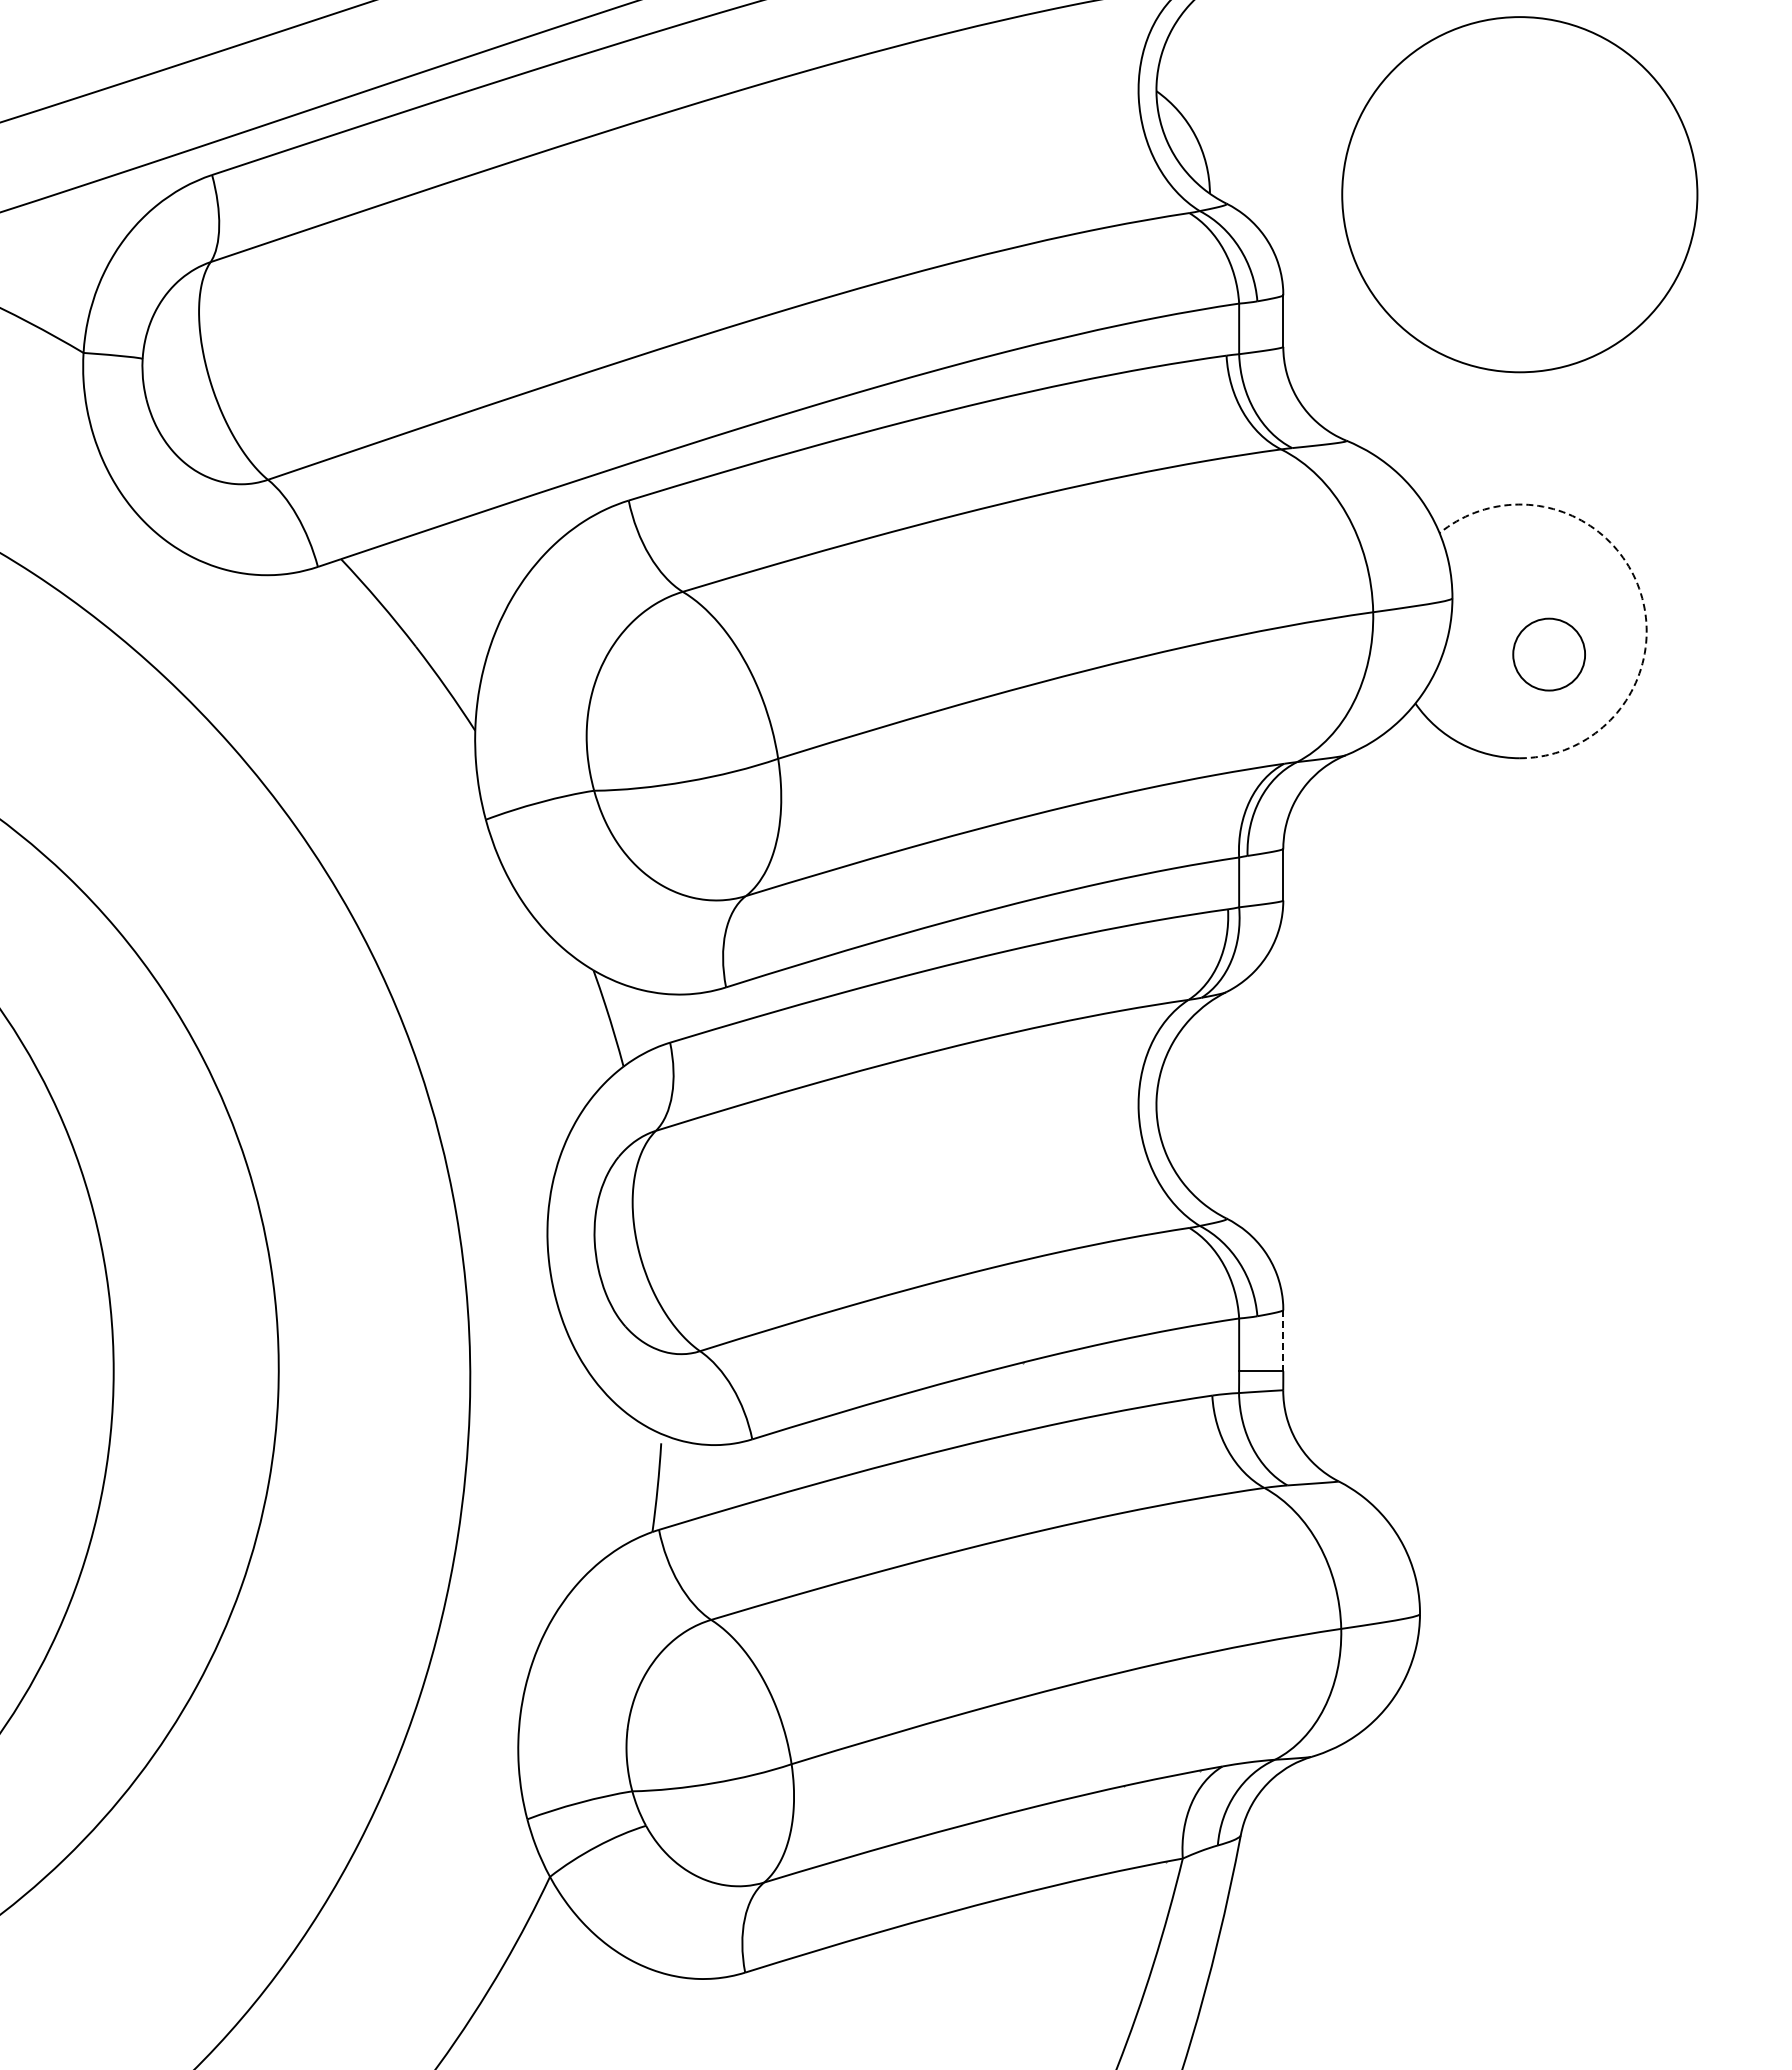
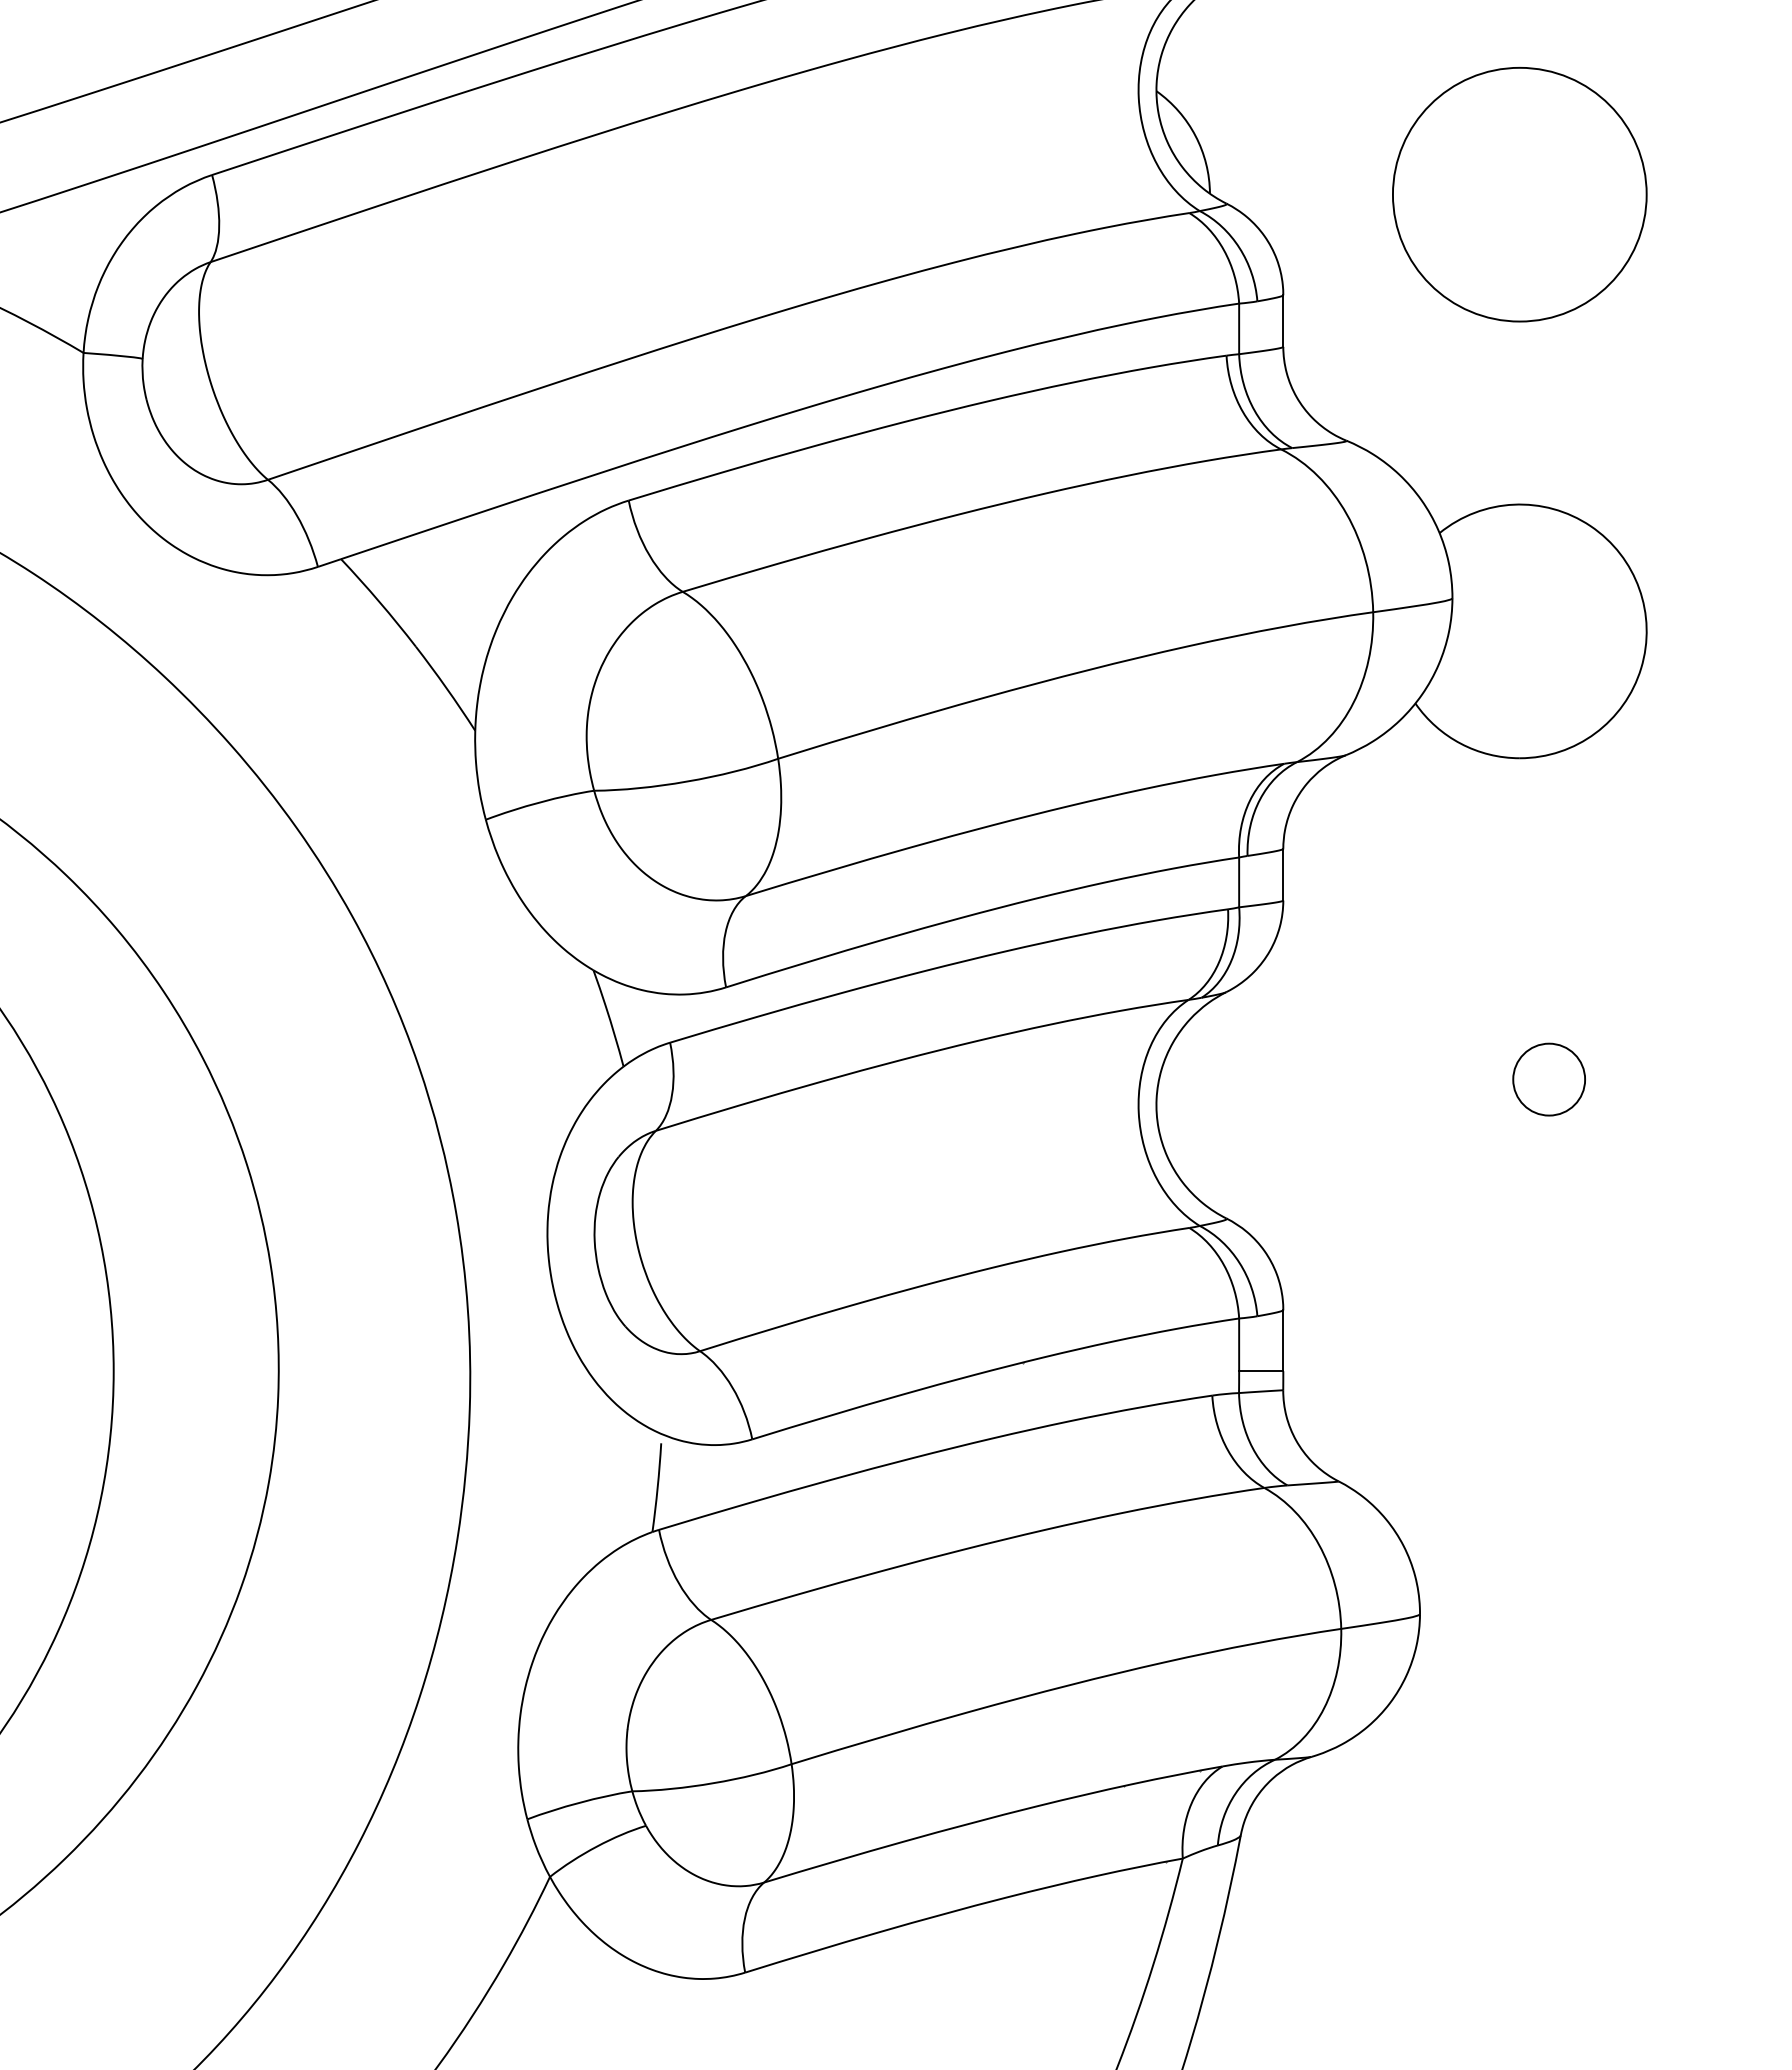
circle at (1519, 194) diameter: 355 px -> 254 px
arc at (1639, 588): dashed -> solid
circle at (1548, 654) position: (1548, 654) -> (1548, 1079)
line at (1283, 1340): dashed -> solid
